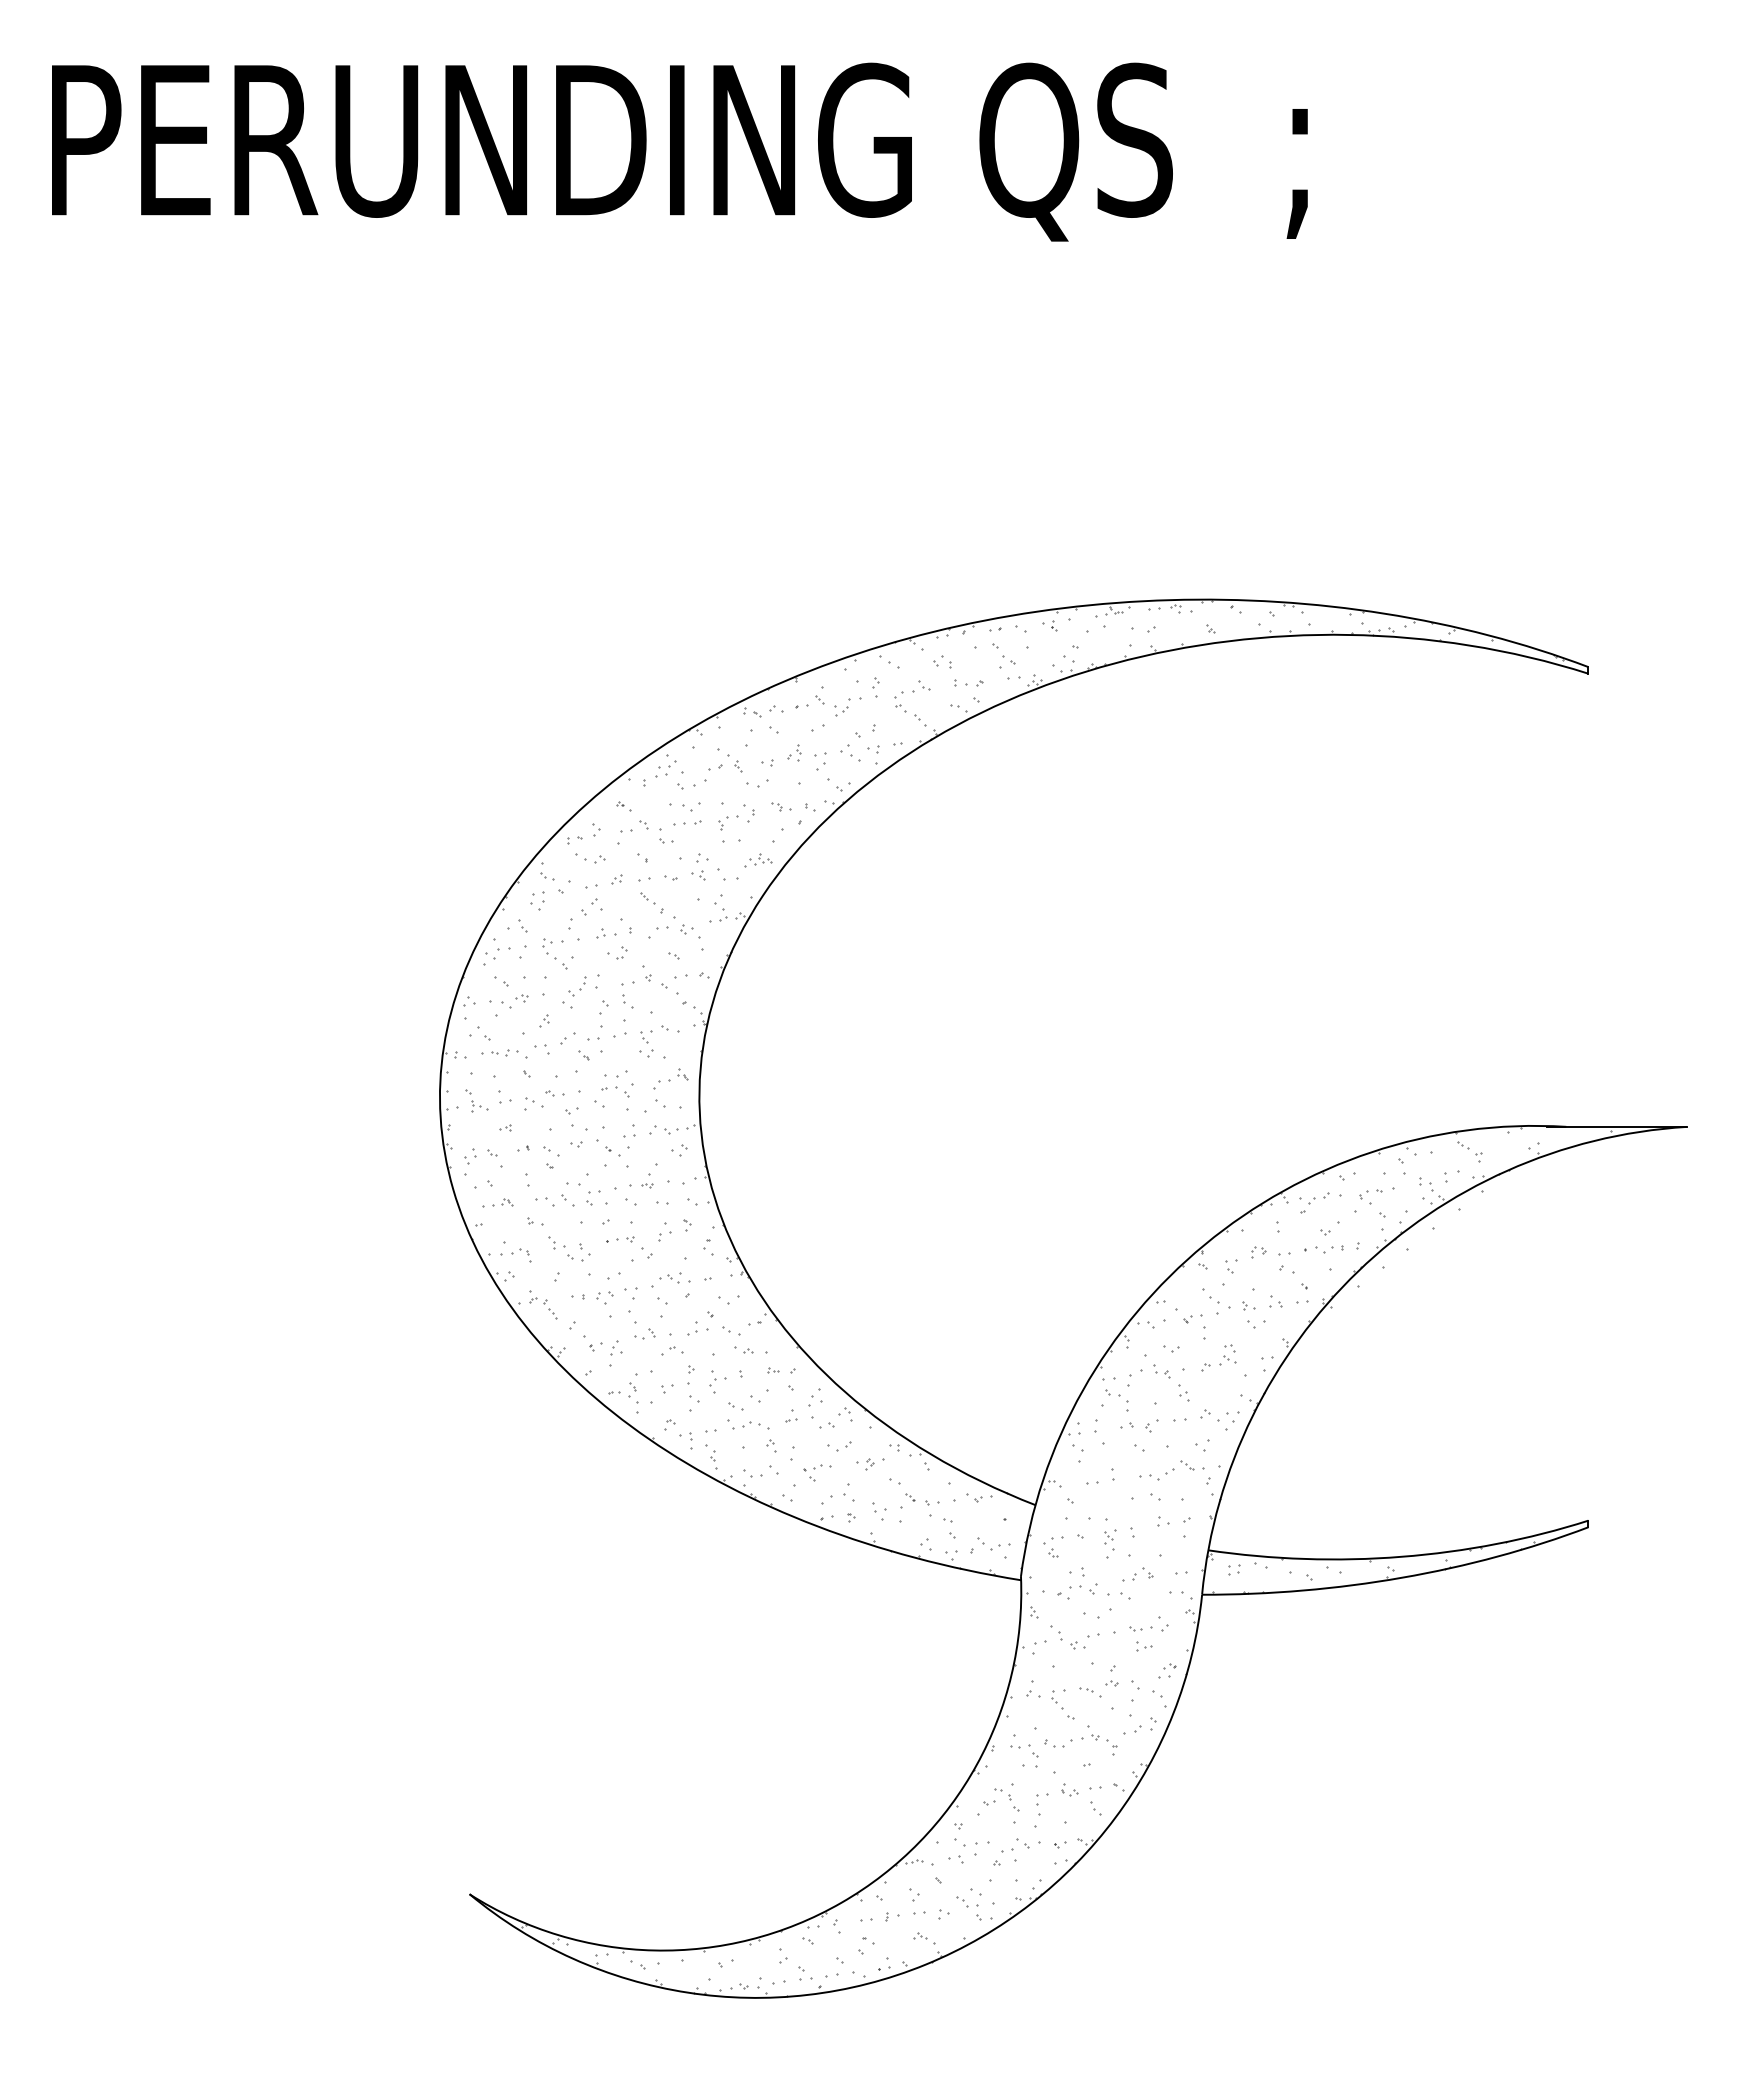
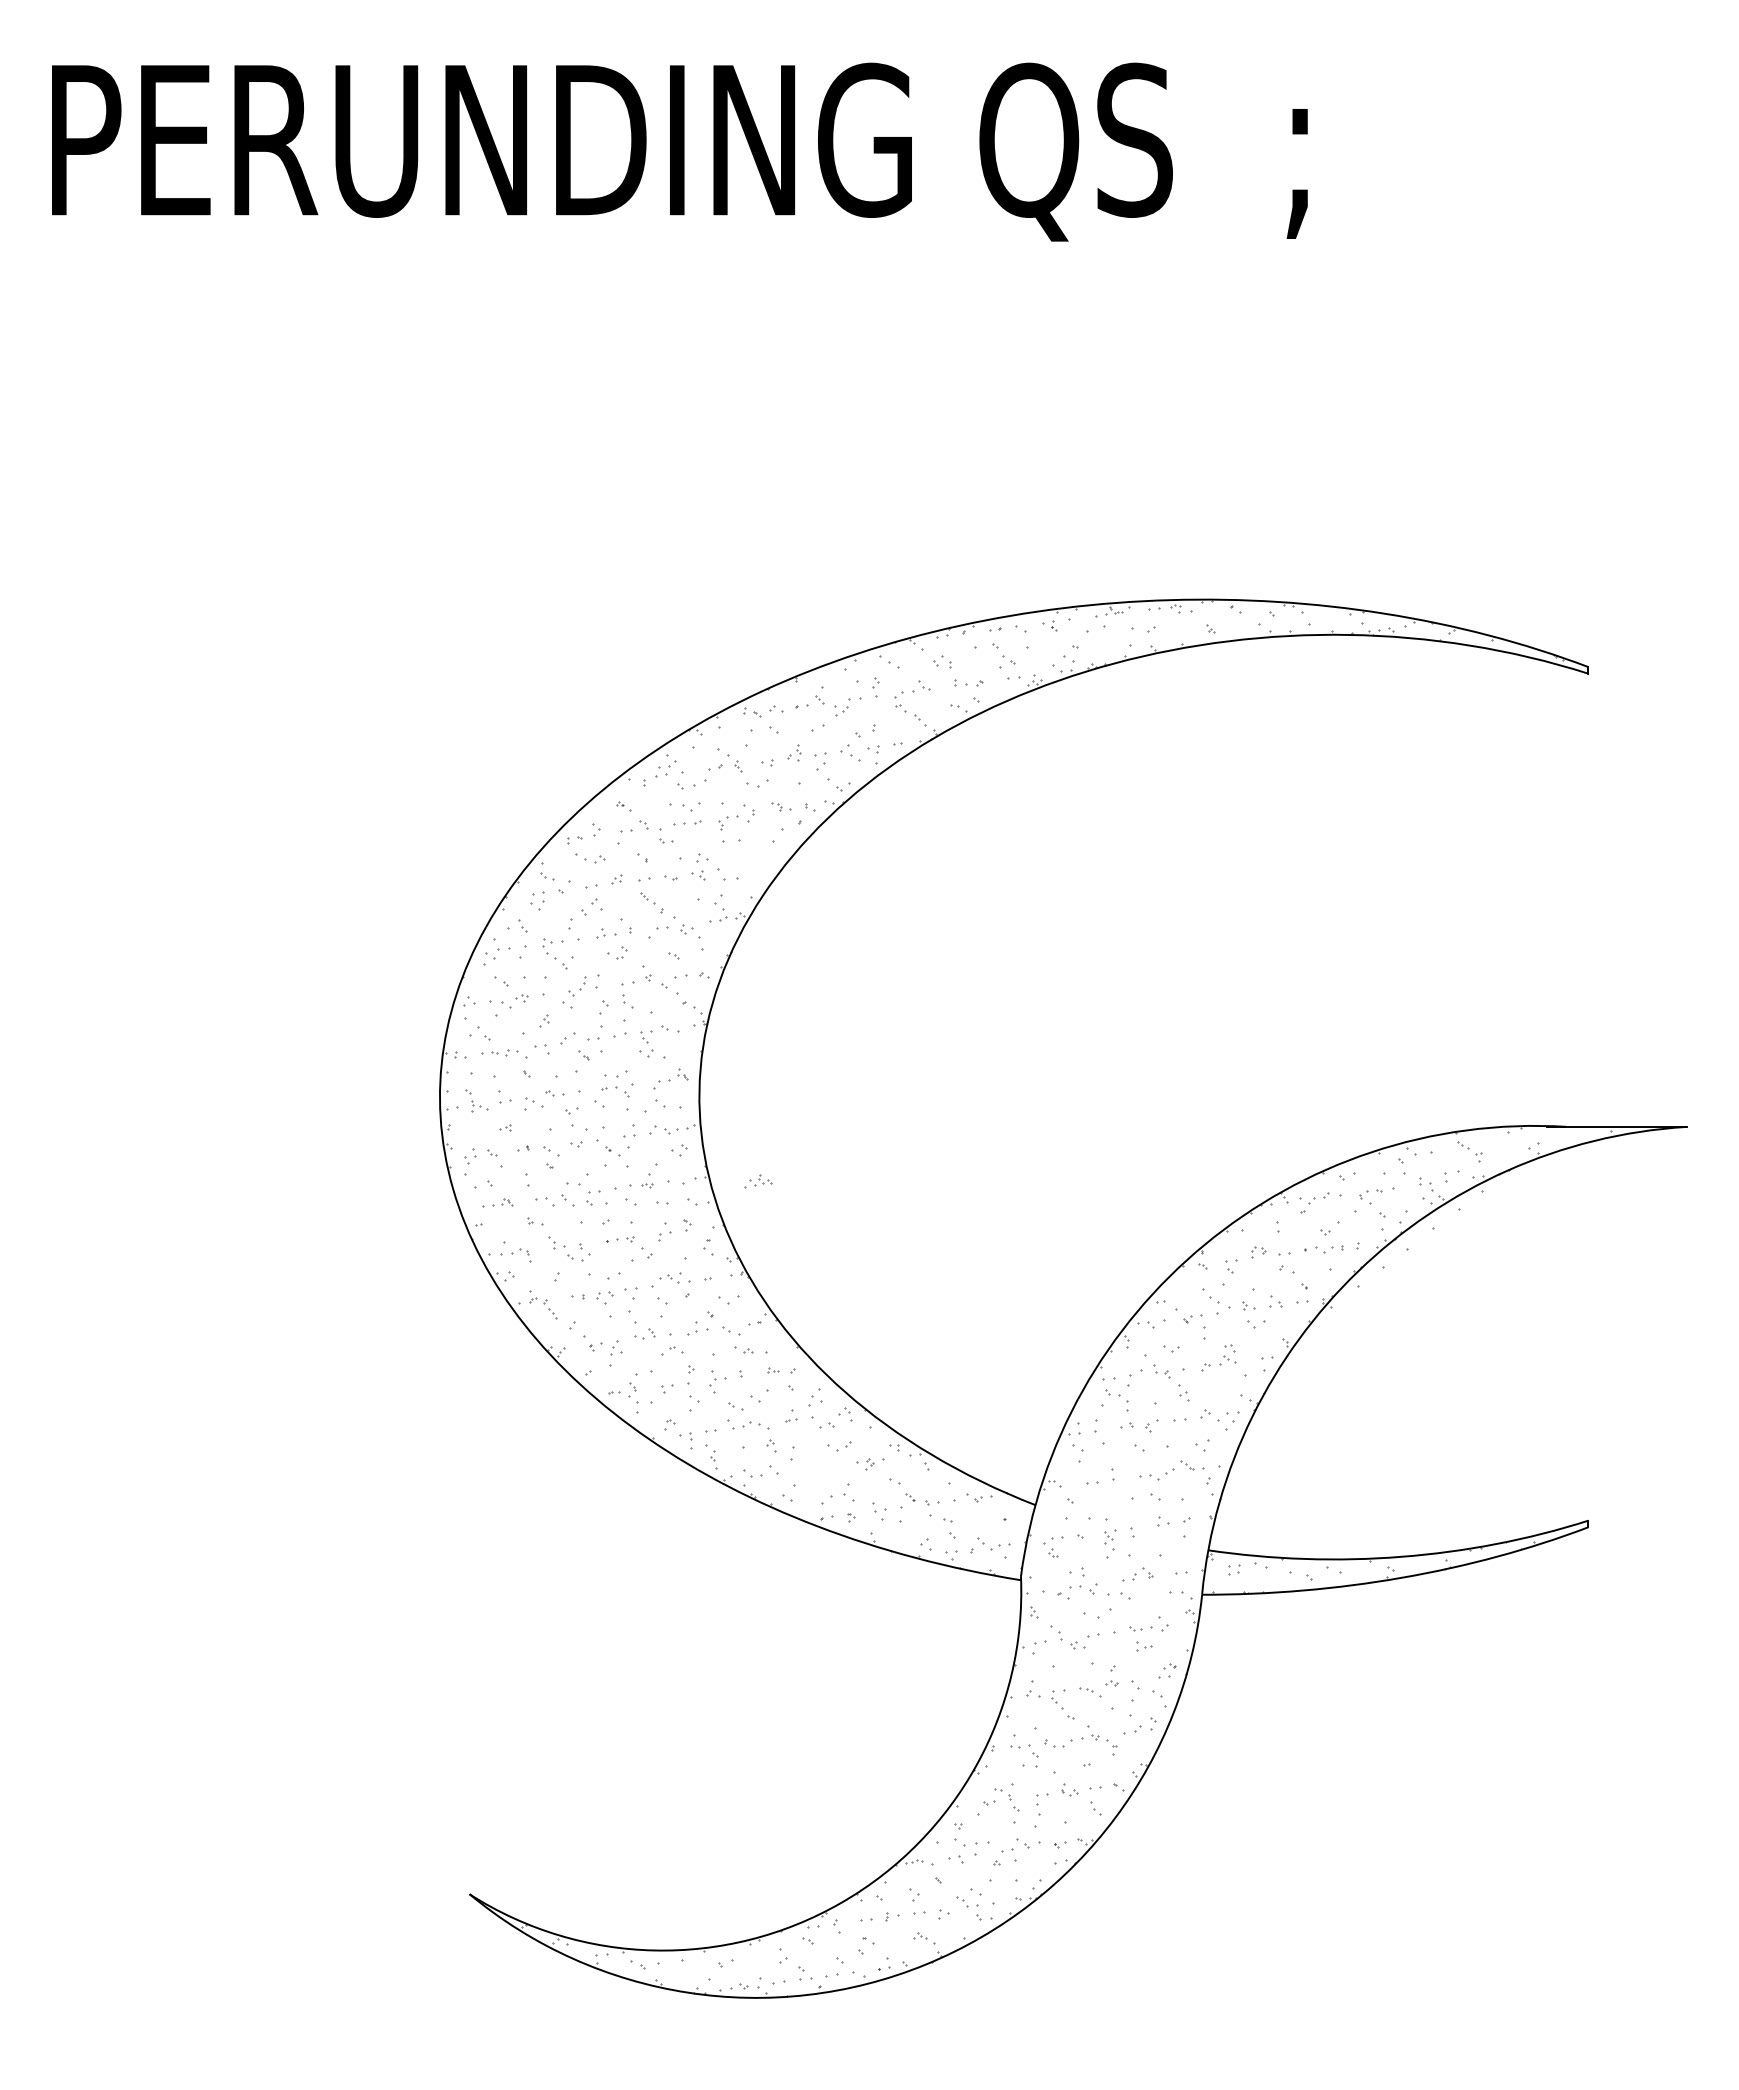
part at (758, 860) position: (758, 860) -> (758, 1181)
part at (817, 1472): present -> none
